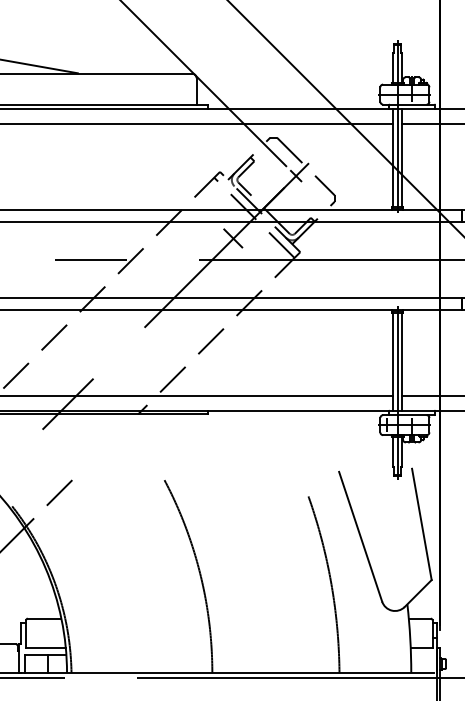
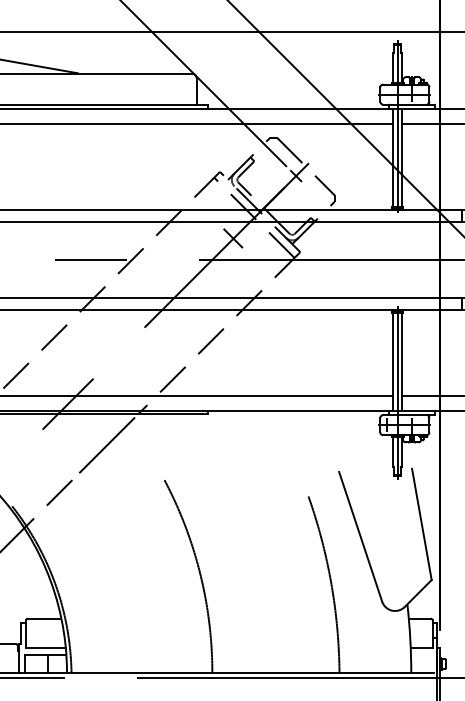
line at (231, 31): none -> present
line at (107, 445): none -> present
